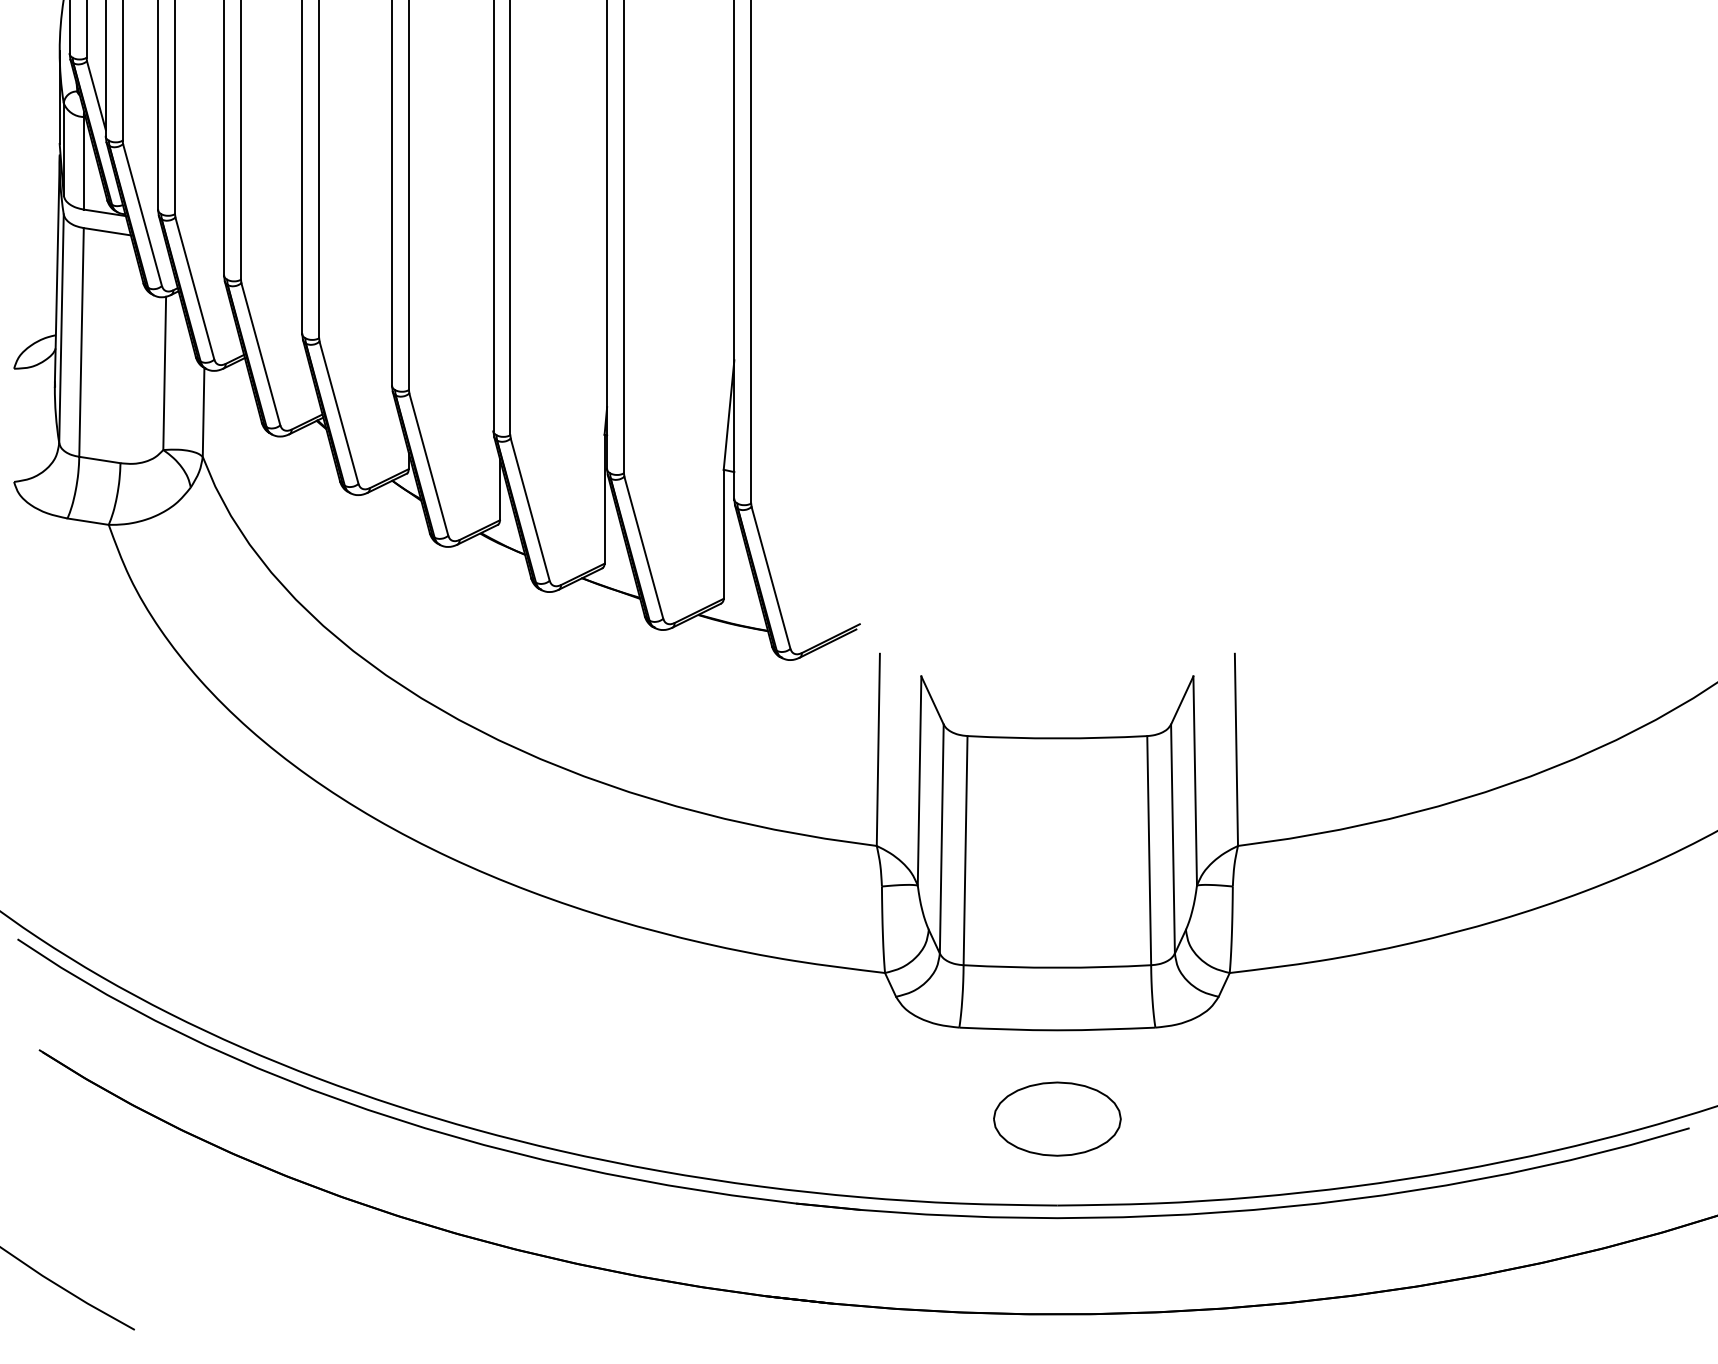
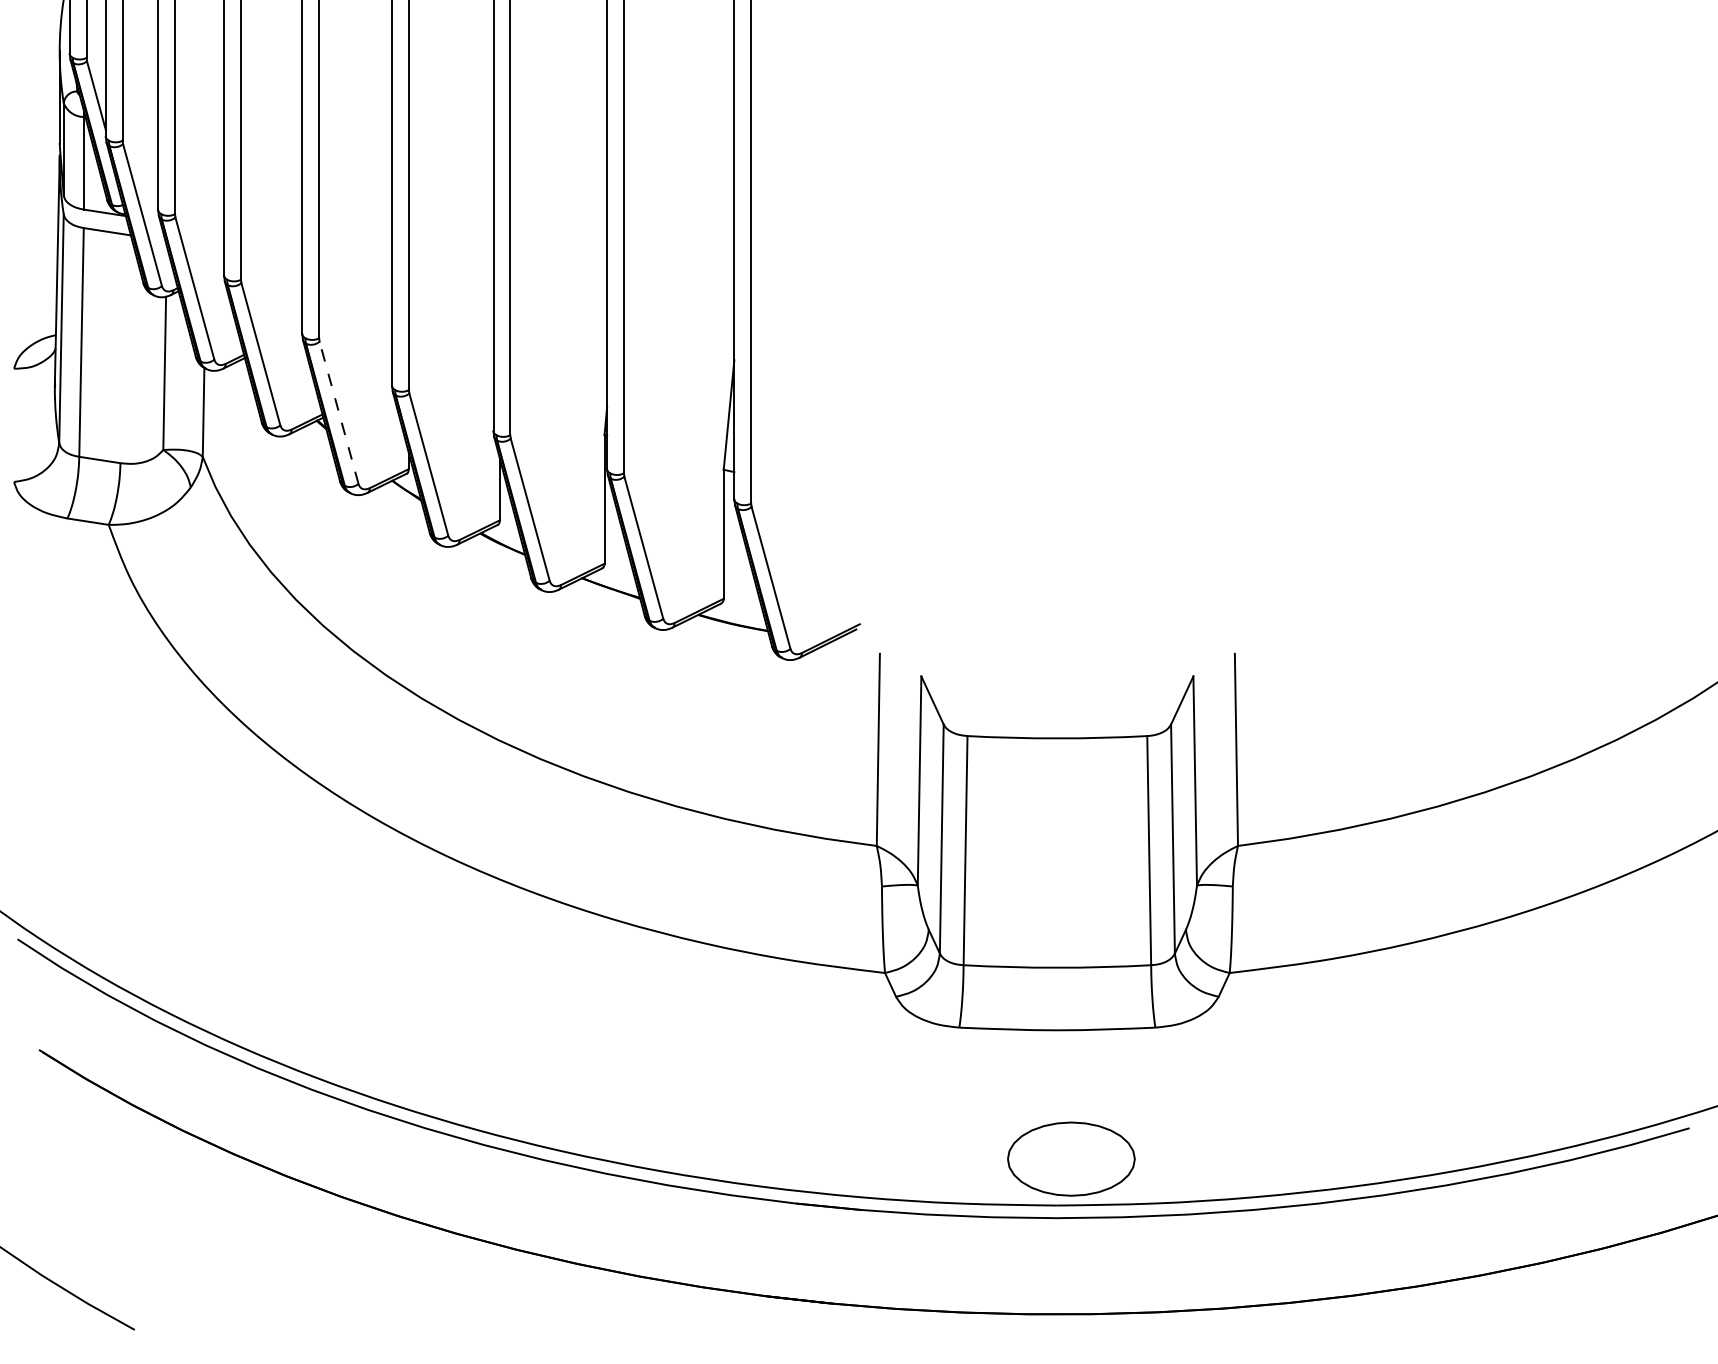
line at (339, 412): solid -> dashed
part at (1057, 1118) position: (1057, 1118) -> (1071, 1158)
